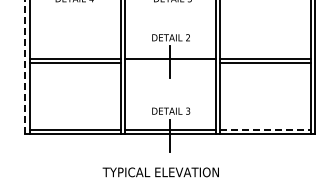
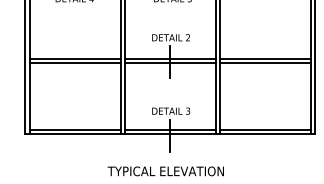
line at (169, 62): none -> present
line at (25, 67): dashed -> solid
line at (265, 129): dashed -> solid
text at (160, 172) position: (160, 172) -> (165, 171)
